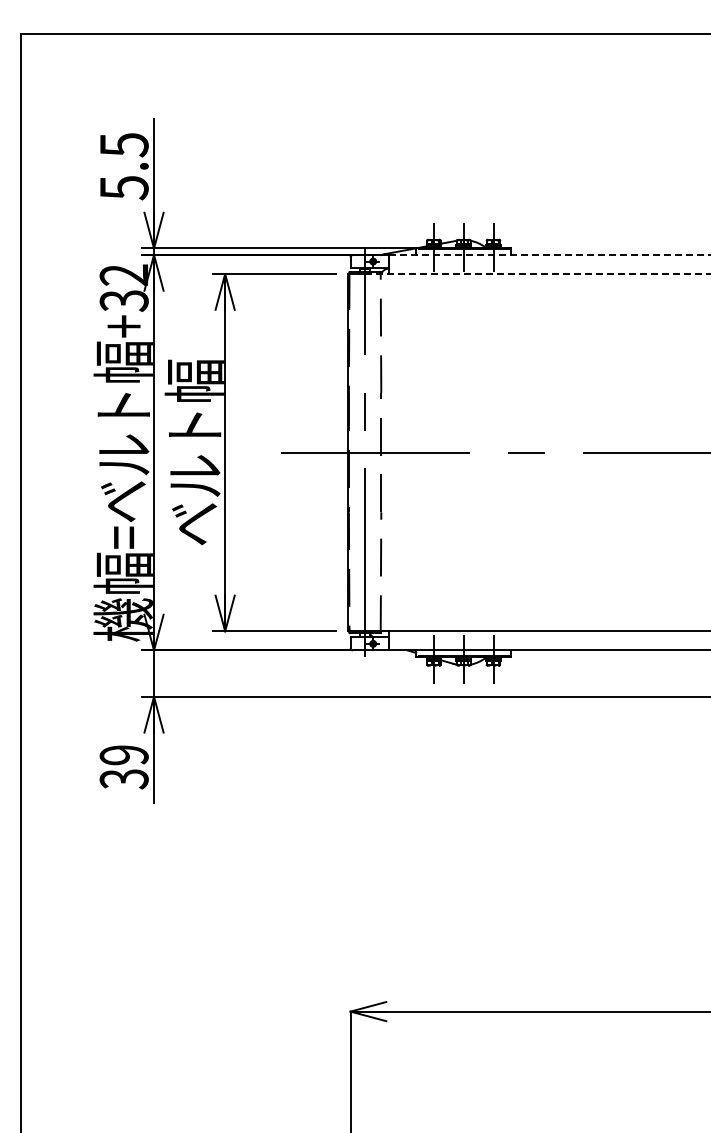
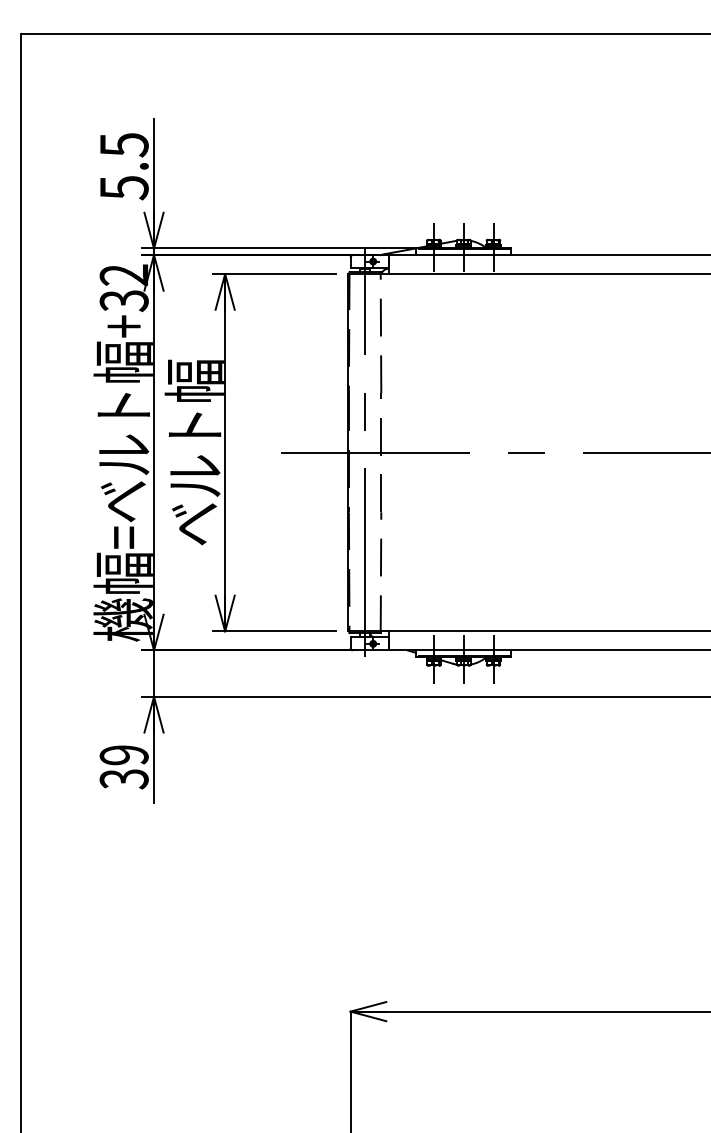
line at (549, 255): dashed -> solid
line at (537, 274): dashed -> solid
